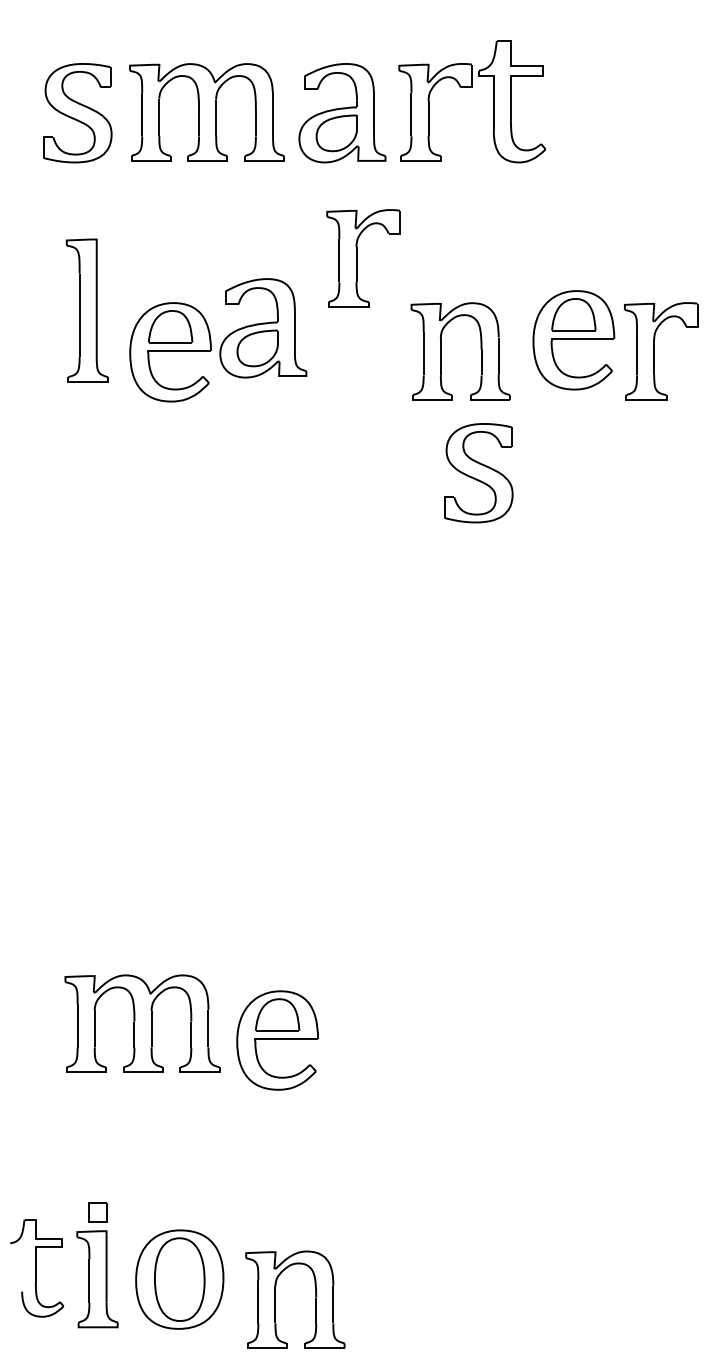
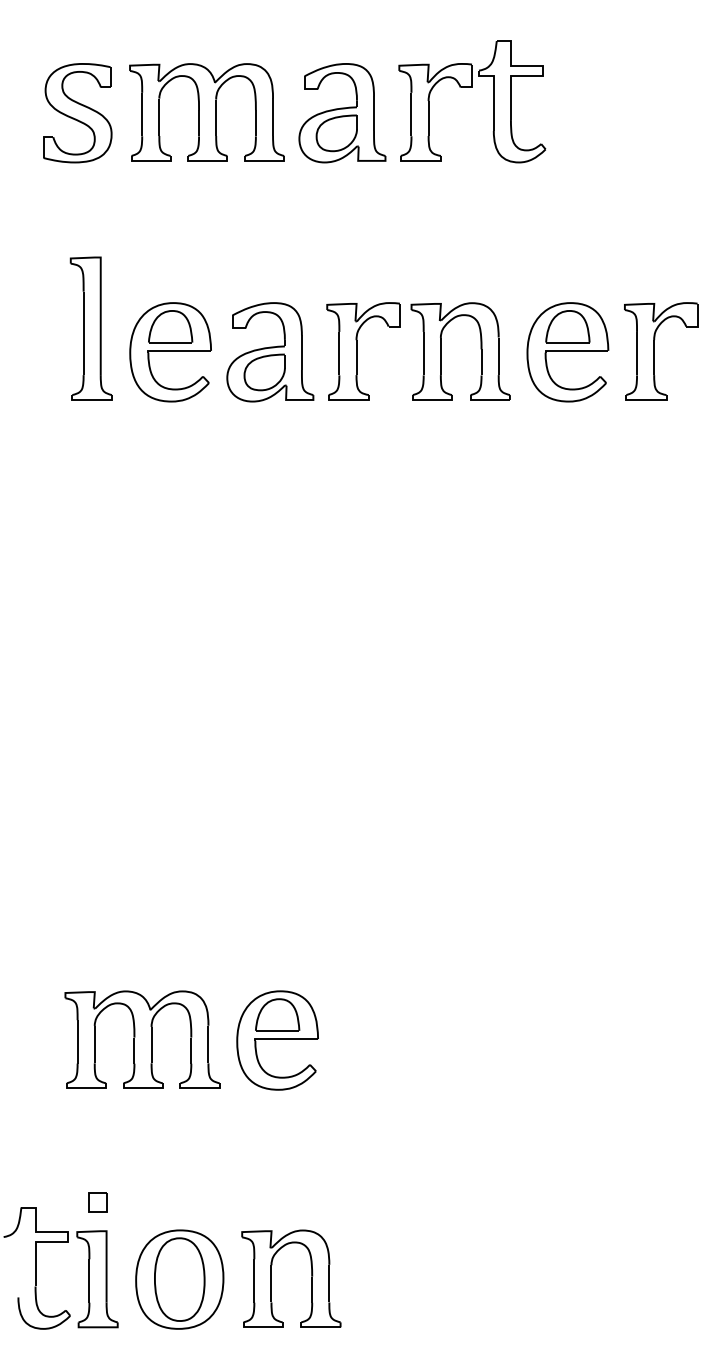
part at (363, 258) position: (363, 258) -> (363, 351)
part at (86, 310) position: (86, 310) -> (90, 328)
part at (263, 328) position: (263, 328) -> (270, 352)
part at (573, 340) position: (573, 340) -> (567, 352)
part at (478, 473): present -> none
part at (142, 1023) position: (142, 1023) -> (142, 1039)
part at (97, 1212) position: (97, 1212) -> (97, 1202)
part at (37, 1268) size: 55x99 px -> 68x123 px
part at (275, 1299) position: (275, 1299) -> (271, 1278)
